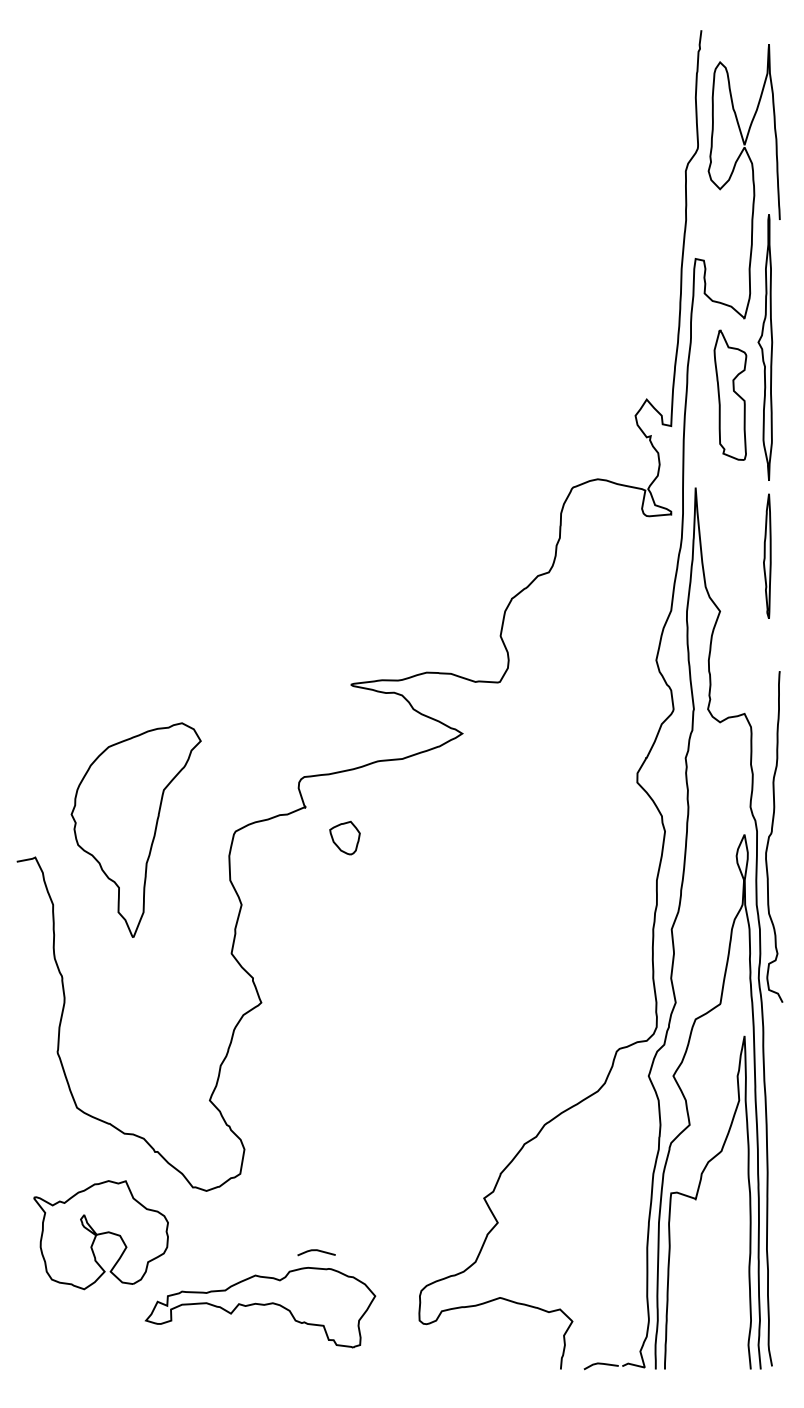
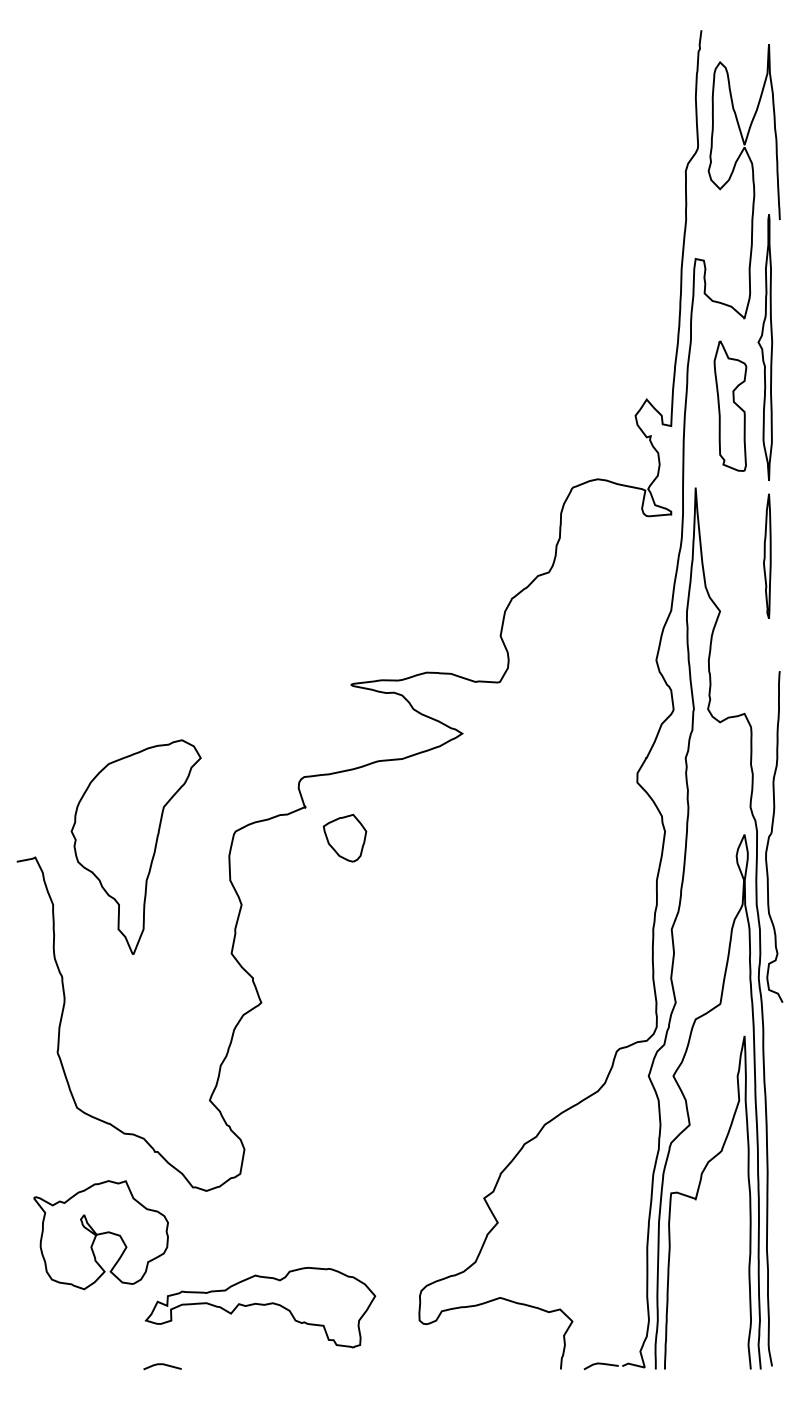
part at (730, 394) position: (730, 394) -> (730, 405)
part at (135, 829) position: (135, 829) -> (135, 846)
part at (344, 837) size: 32x36 px -> 46x50 px
line at (316, 1251) position: (316, 1251) -> (162, 1365)
